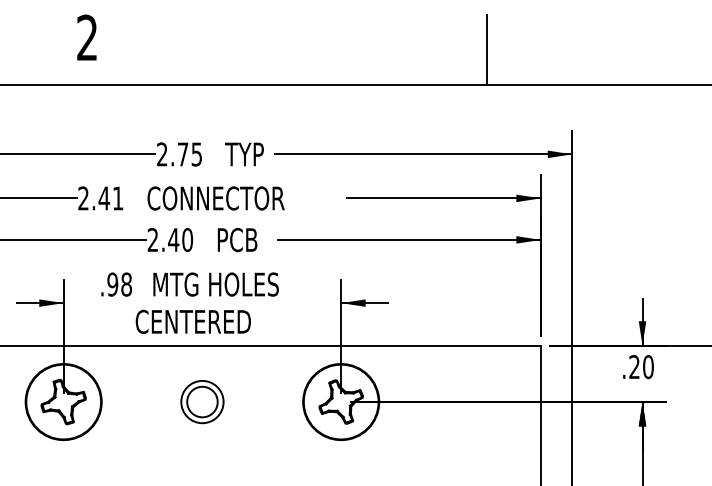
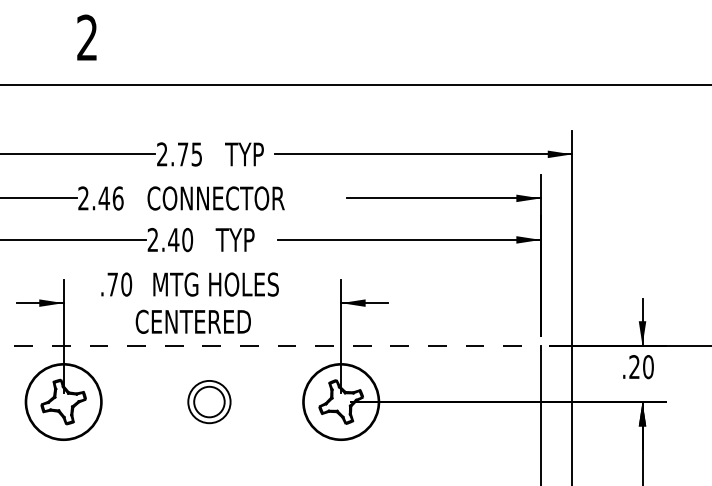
line at (487, 49): present -> none
text at (117, 198): 2.41 -> 2.46
text at (236, 239): PCB -> TYP
text at (119, 284): .98 -> .70
line at (270, 345): solid -> dashed
part at (202, 402) position: (202, 402) -> (209, 402)
